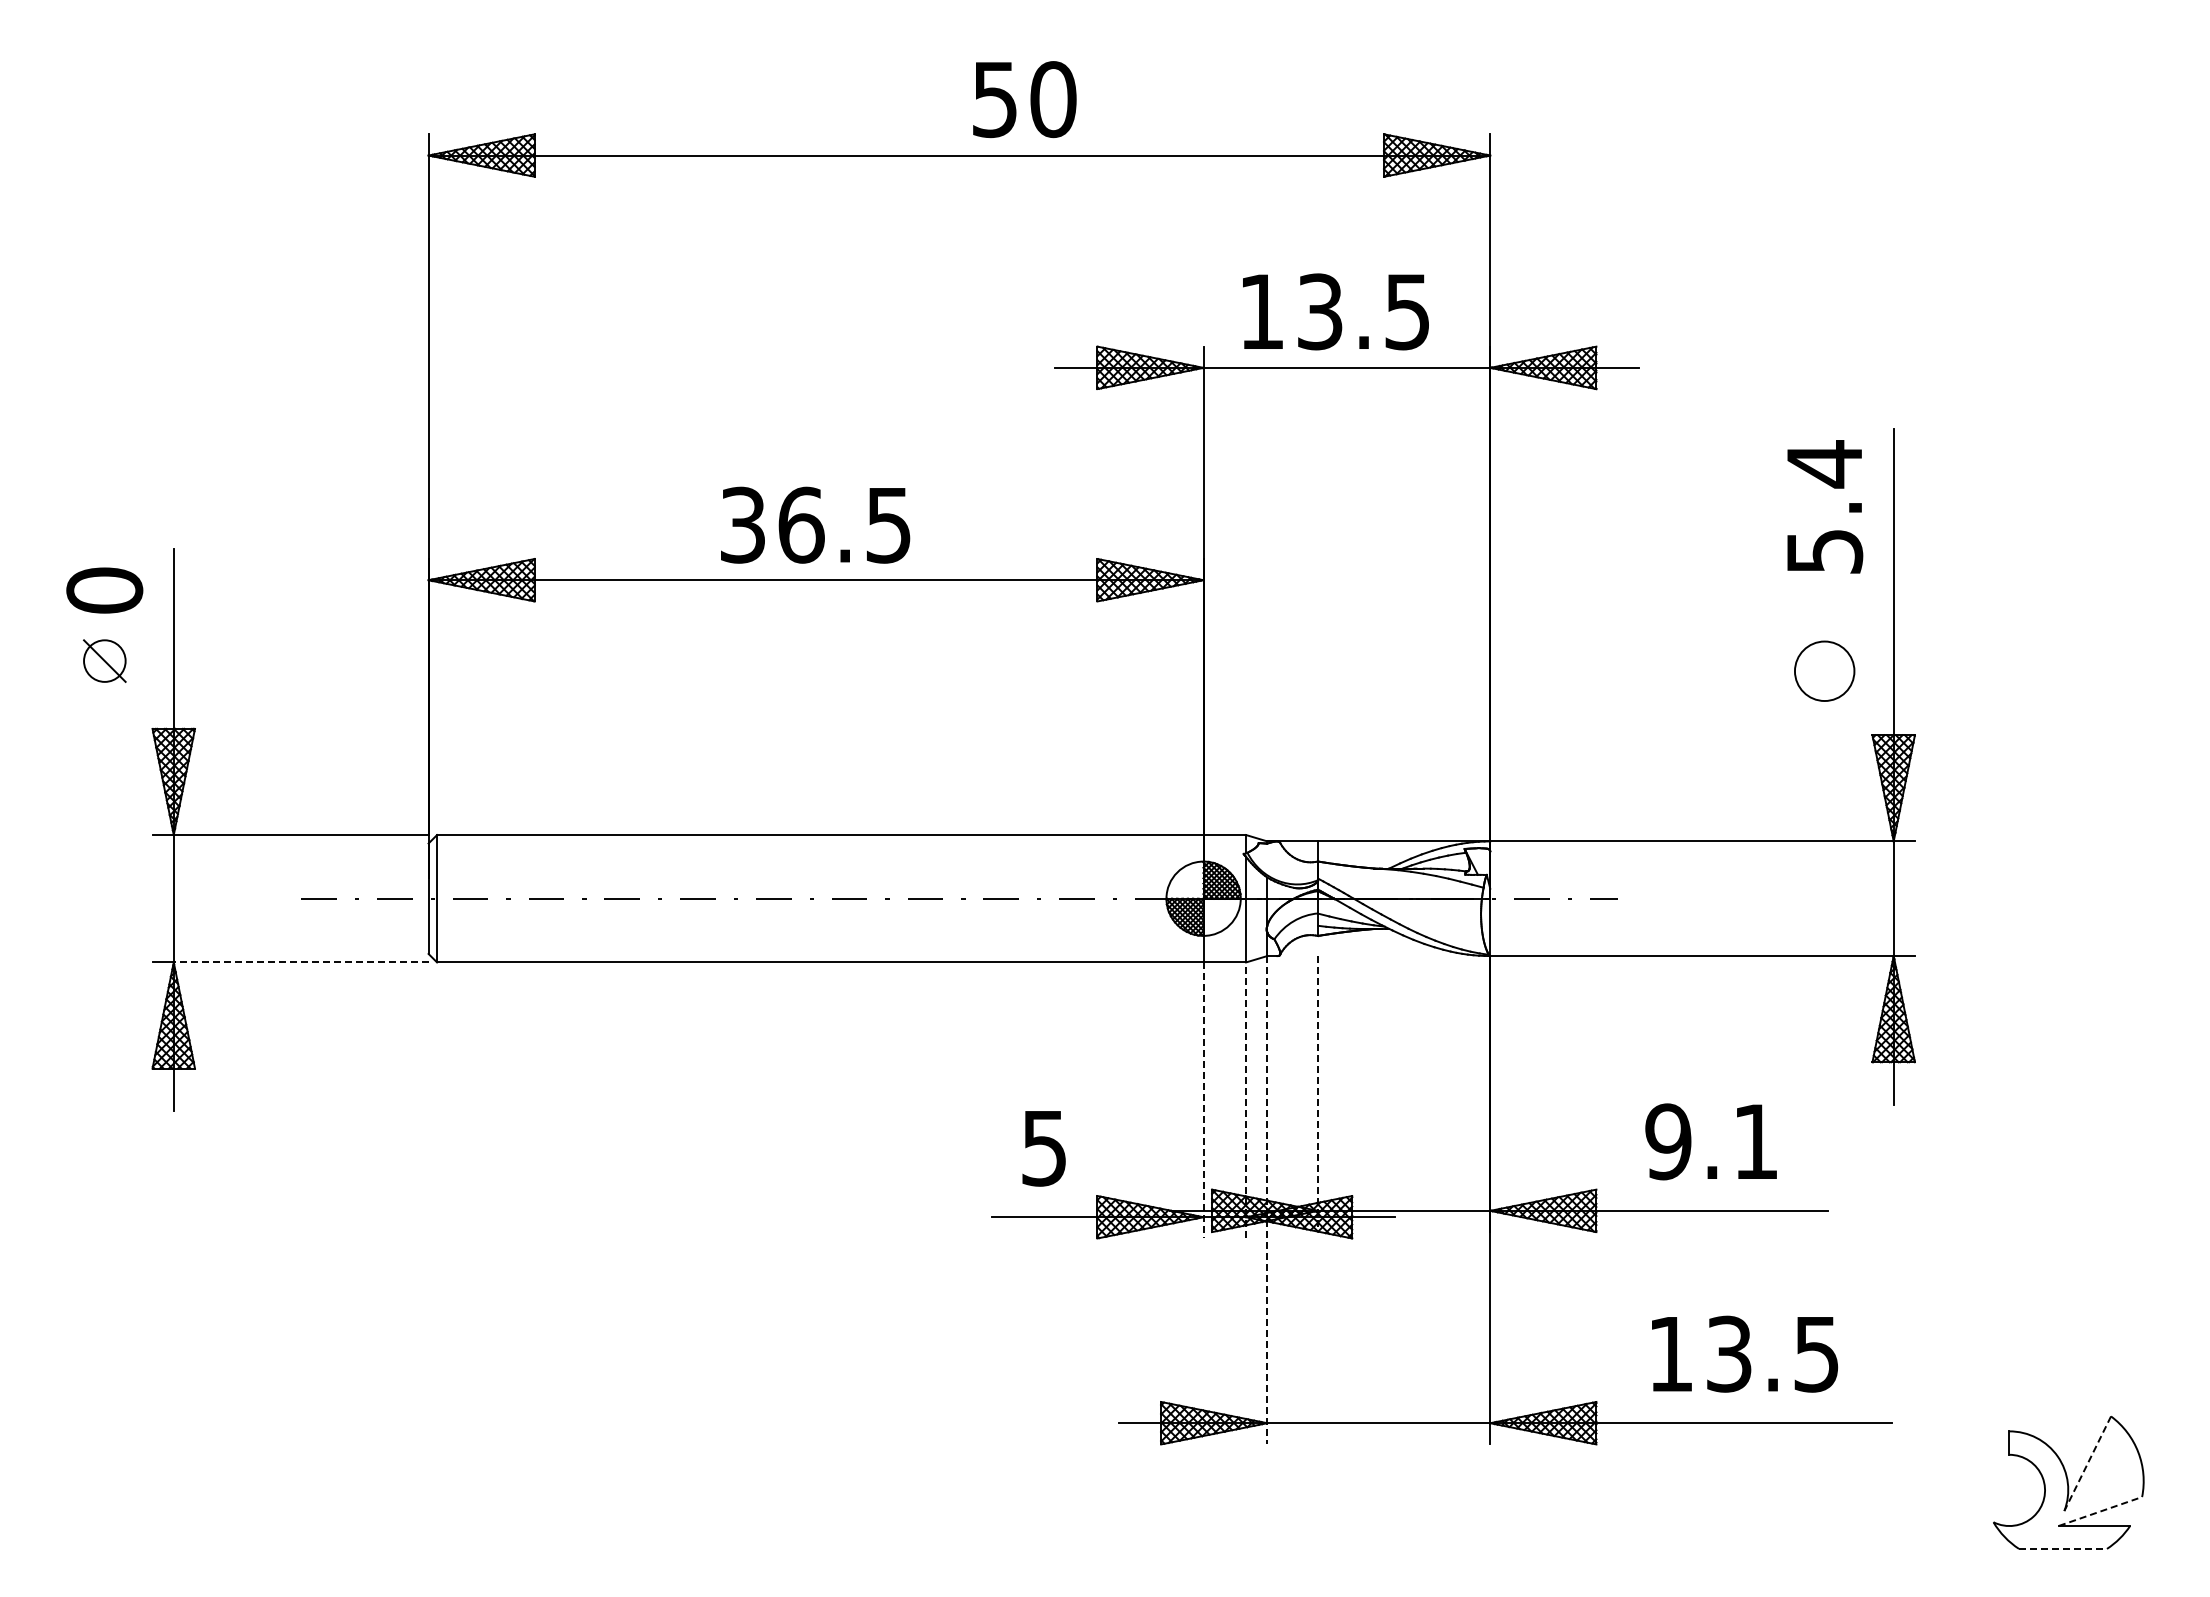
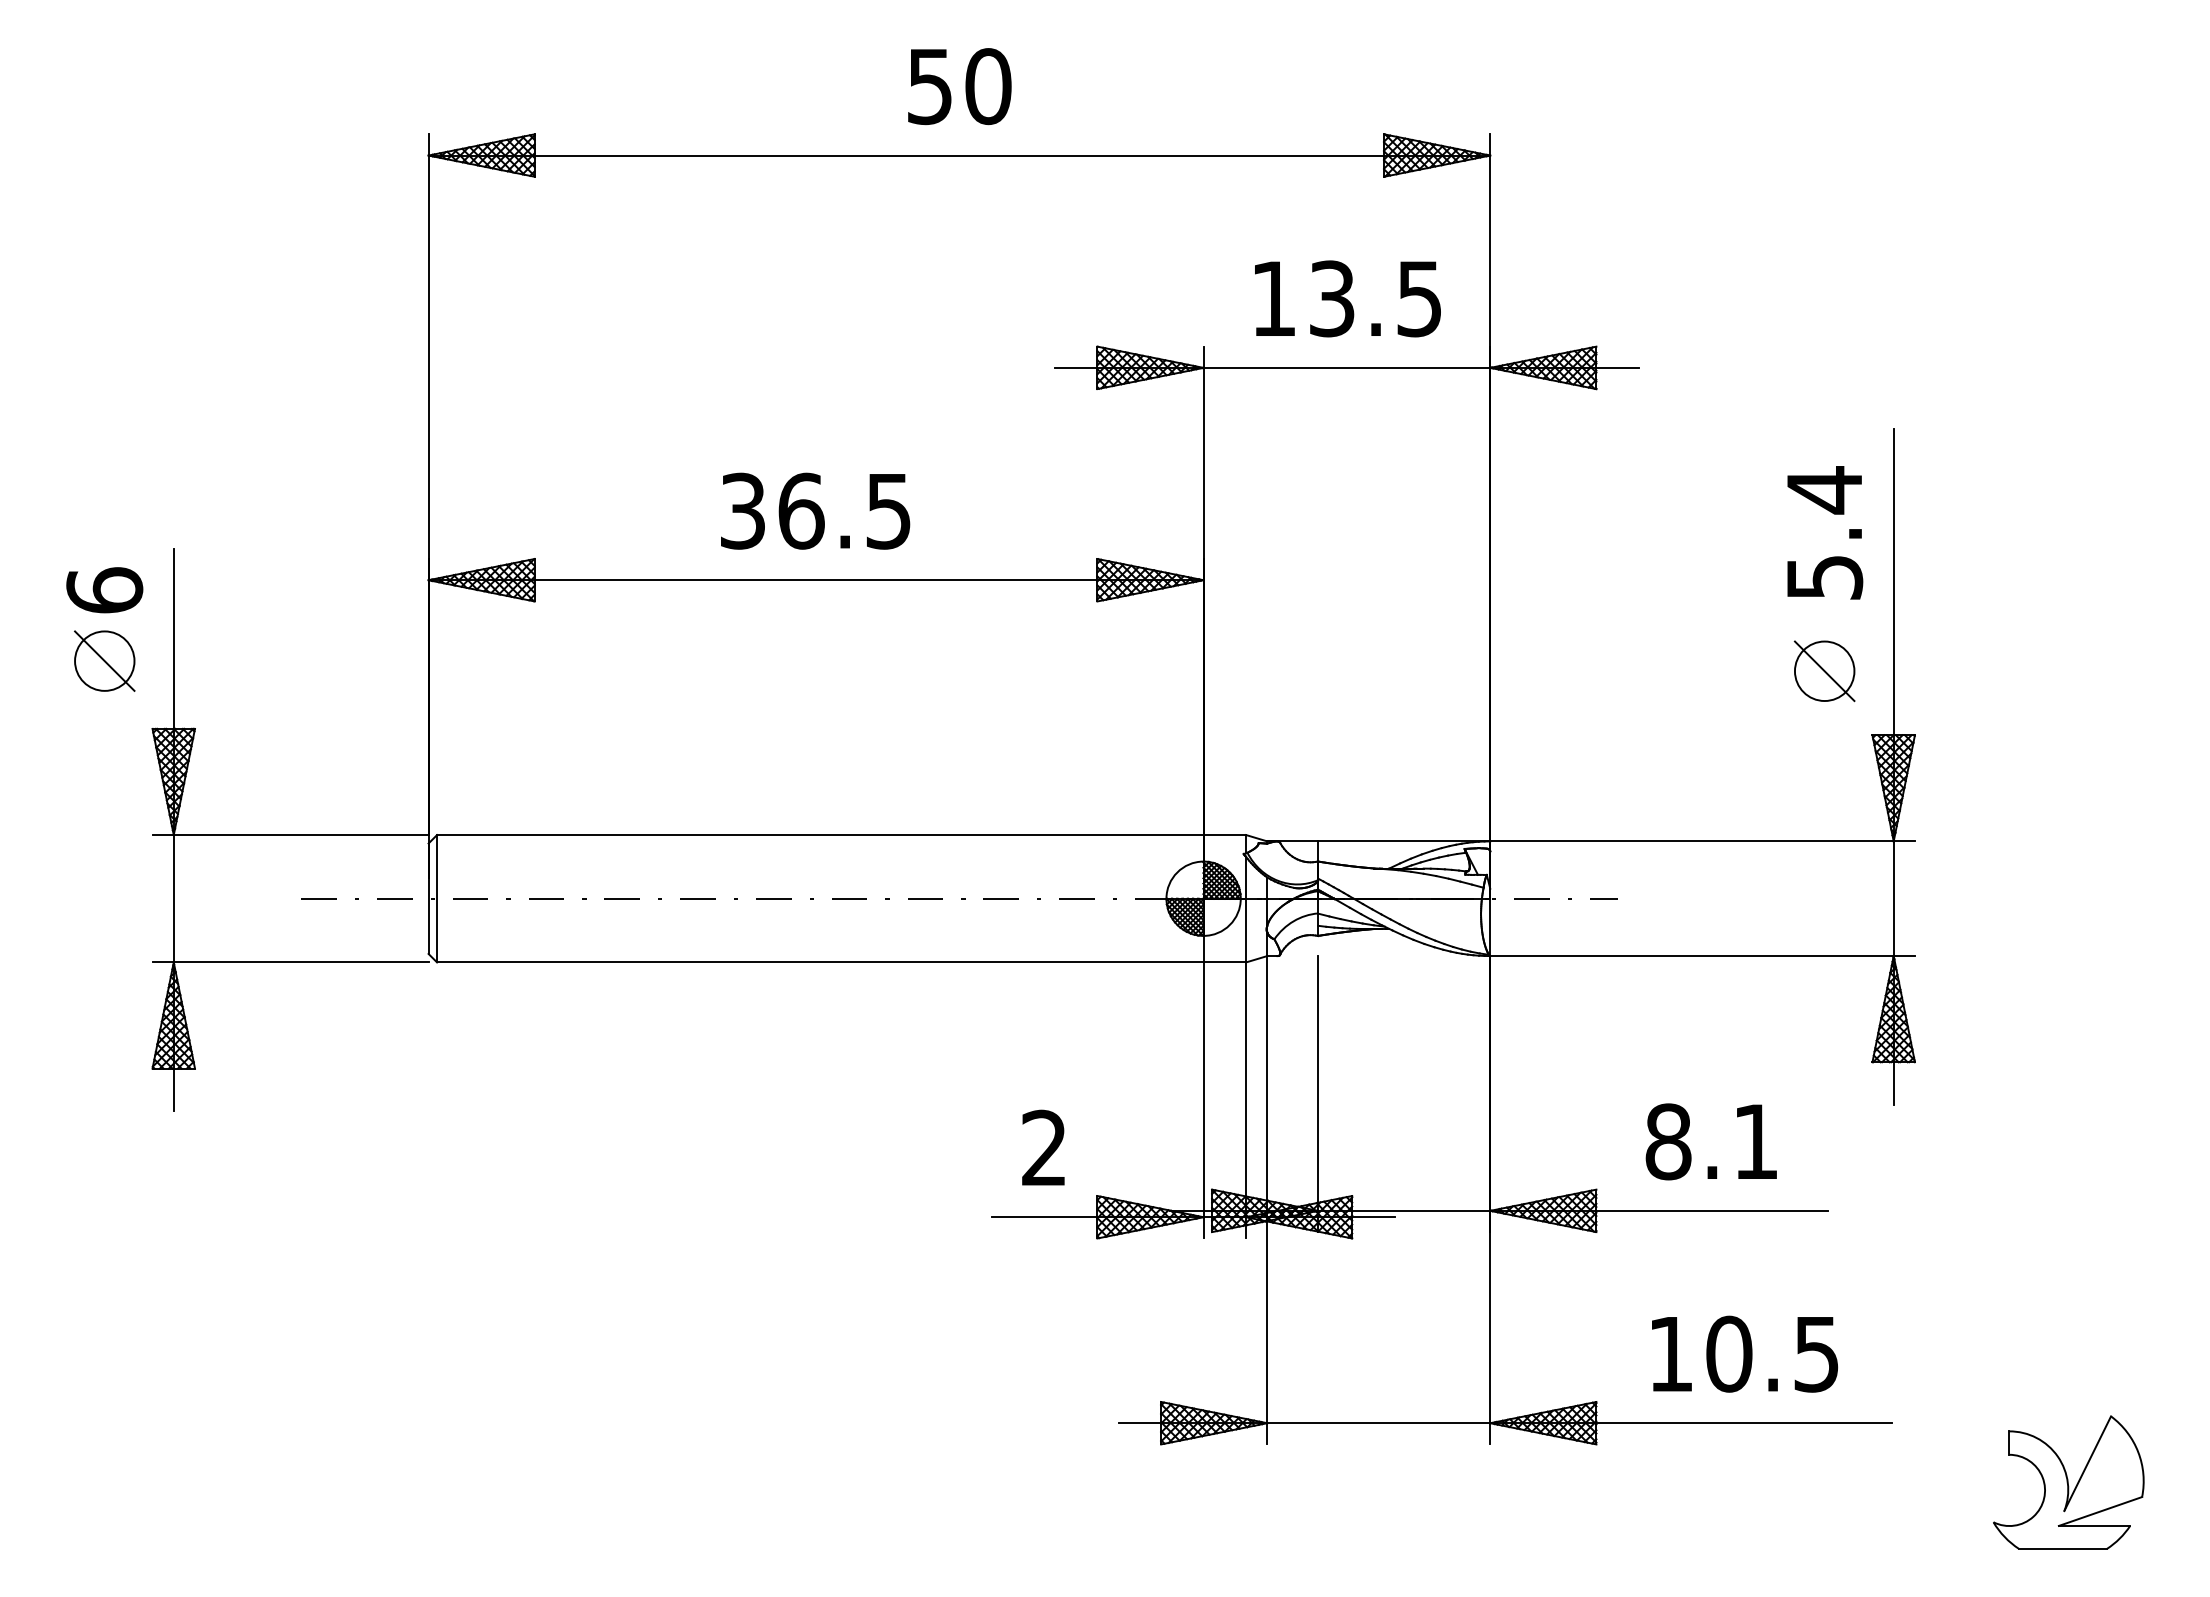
text at (1024, 99) position: (1024, 99) -> (959, 86)
text at (1335, 311) position: (1335, 311) -> (1347, 298)
text at (1825, 506) position: (1825, 506) -> (1825, 532)
text at (815, 524) position: (815, 524) -> (815, 510)
text at (104, 590): 0 -> 6
part at (104, 660) size: 44x44 px -> 62x62 px
line at (1824, 671): none -> present
line at (300, 962): dashed -> solid
line at (1318, 1094): dashed -> solid
line at (1246, 1099): dashed -> solid
line at (1203, 1100): dashed -> solid
text at (1668, 1141): 9.1 -> 8.1
text at (1043, 1147): 5 -> 2
line at (1267, 1200): dashed -> solid
text at (1729, 1353): 13.5 -> 10.5
line at (2087, 1463): dashed -> solid
line at (2100, 1511): dashed -> solid
line at (2063, 1548): dashed -> solid
